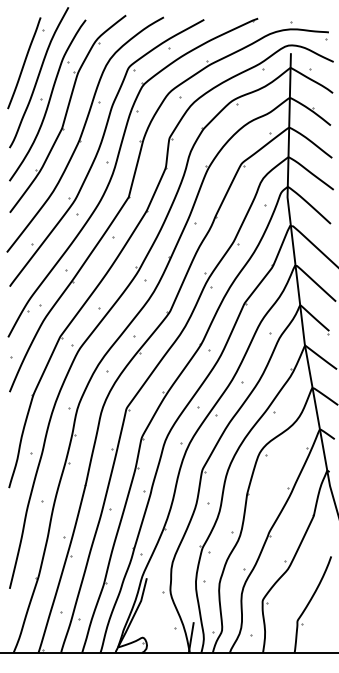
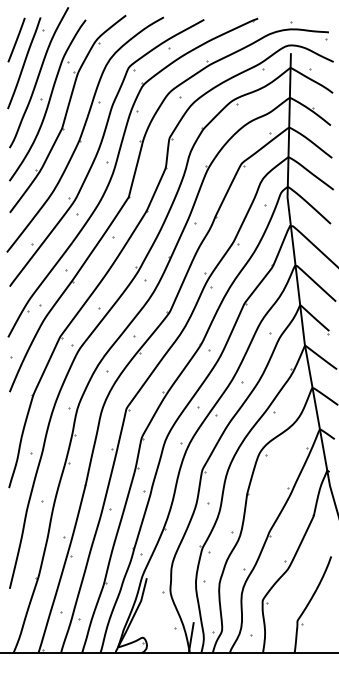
line at (16, 39): none -> present
